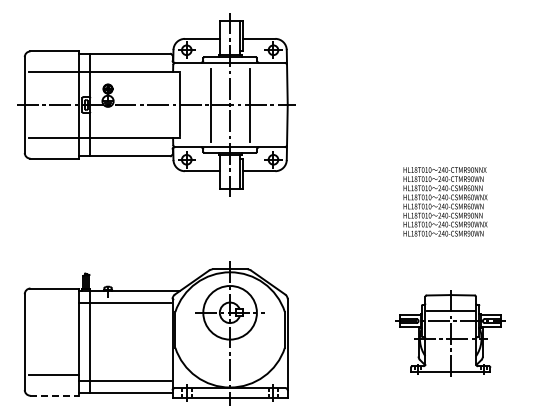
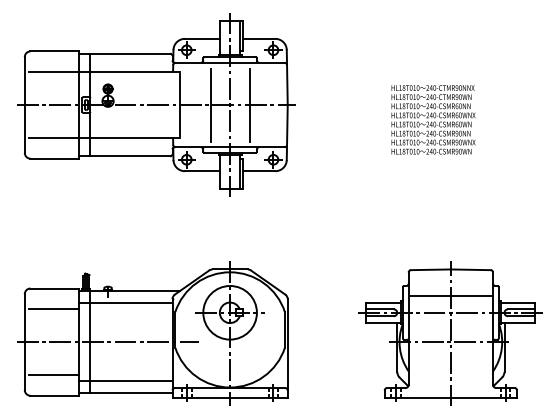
text at (445, 201) position: (445, 201) -> (433, 119)
line at (53, 309): none -> present
part at (450, 333) size: 111x87 px -> 185x145 px
line at (107, 342): none -> present
line at (55, 395): dashed -> solid
